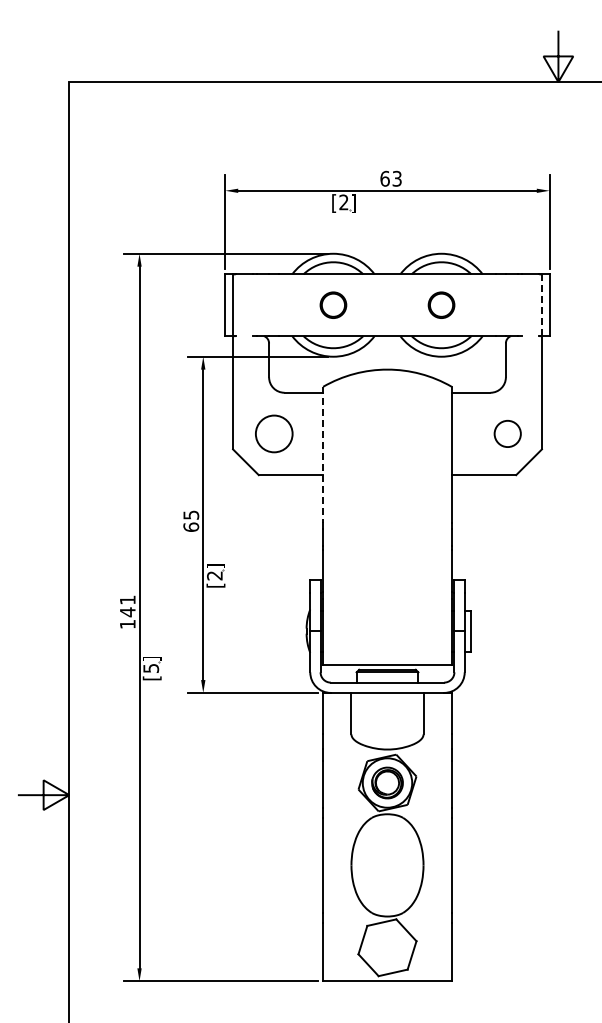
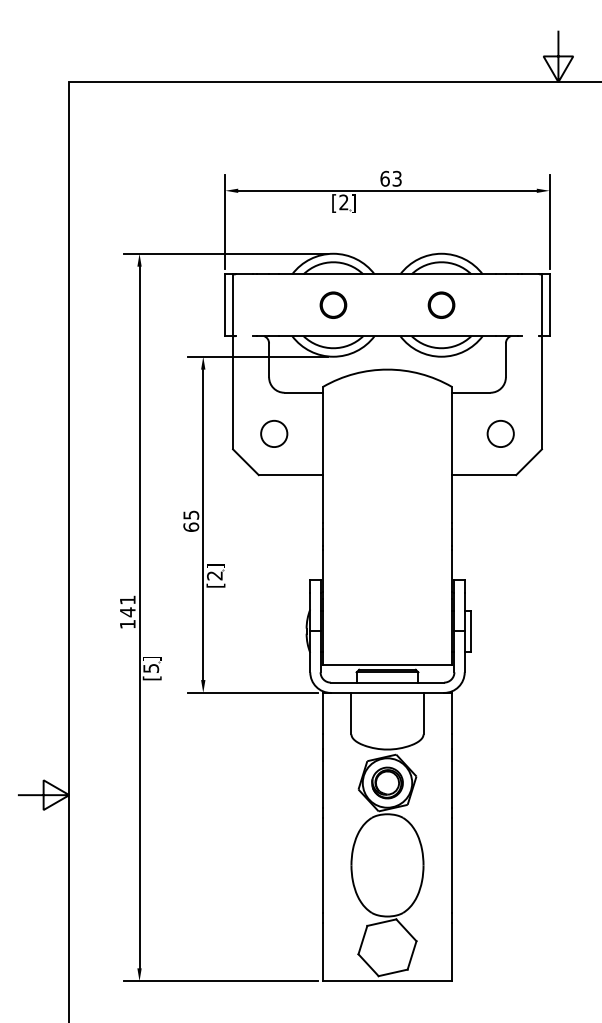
line at (541, 305): dashed -> solid
circle at (273, 433) diameter: 37 px -> 26 px
circle at (507, 433) position: (507, 433) -> (500, 433)
line at (323, 455): dashed -> solid
